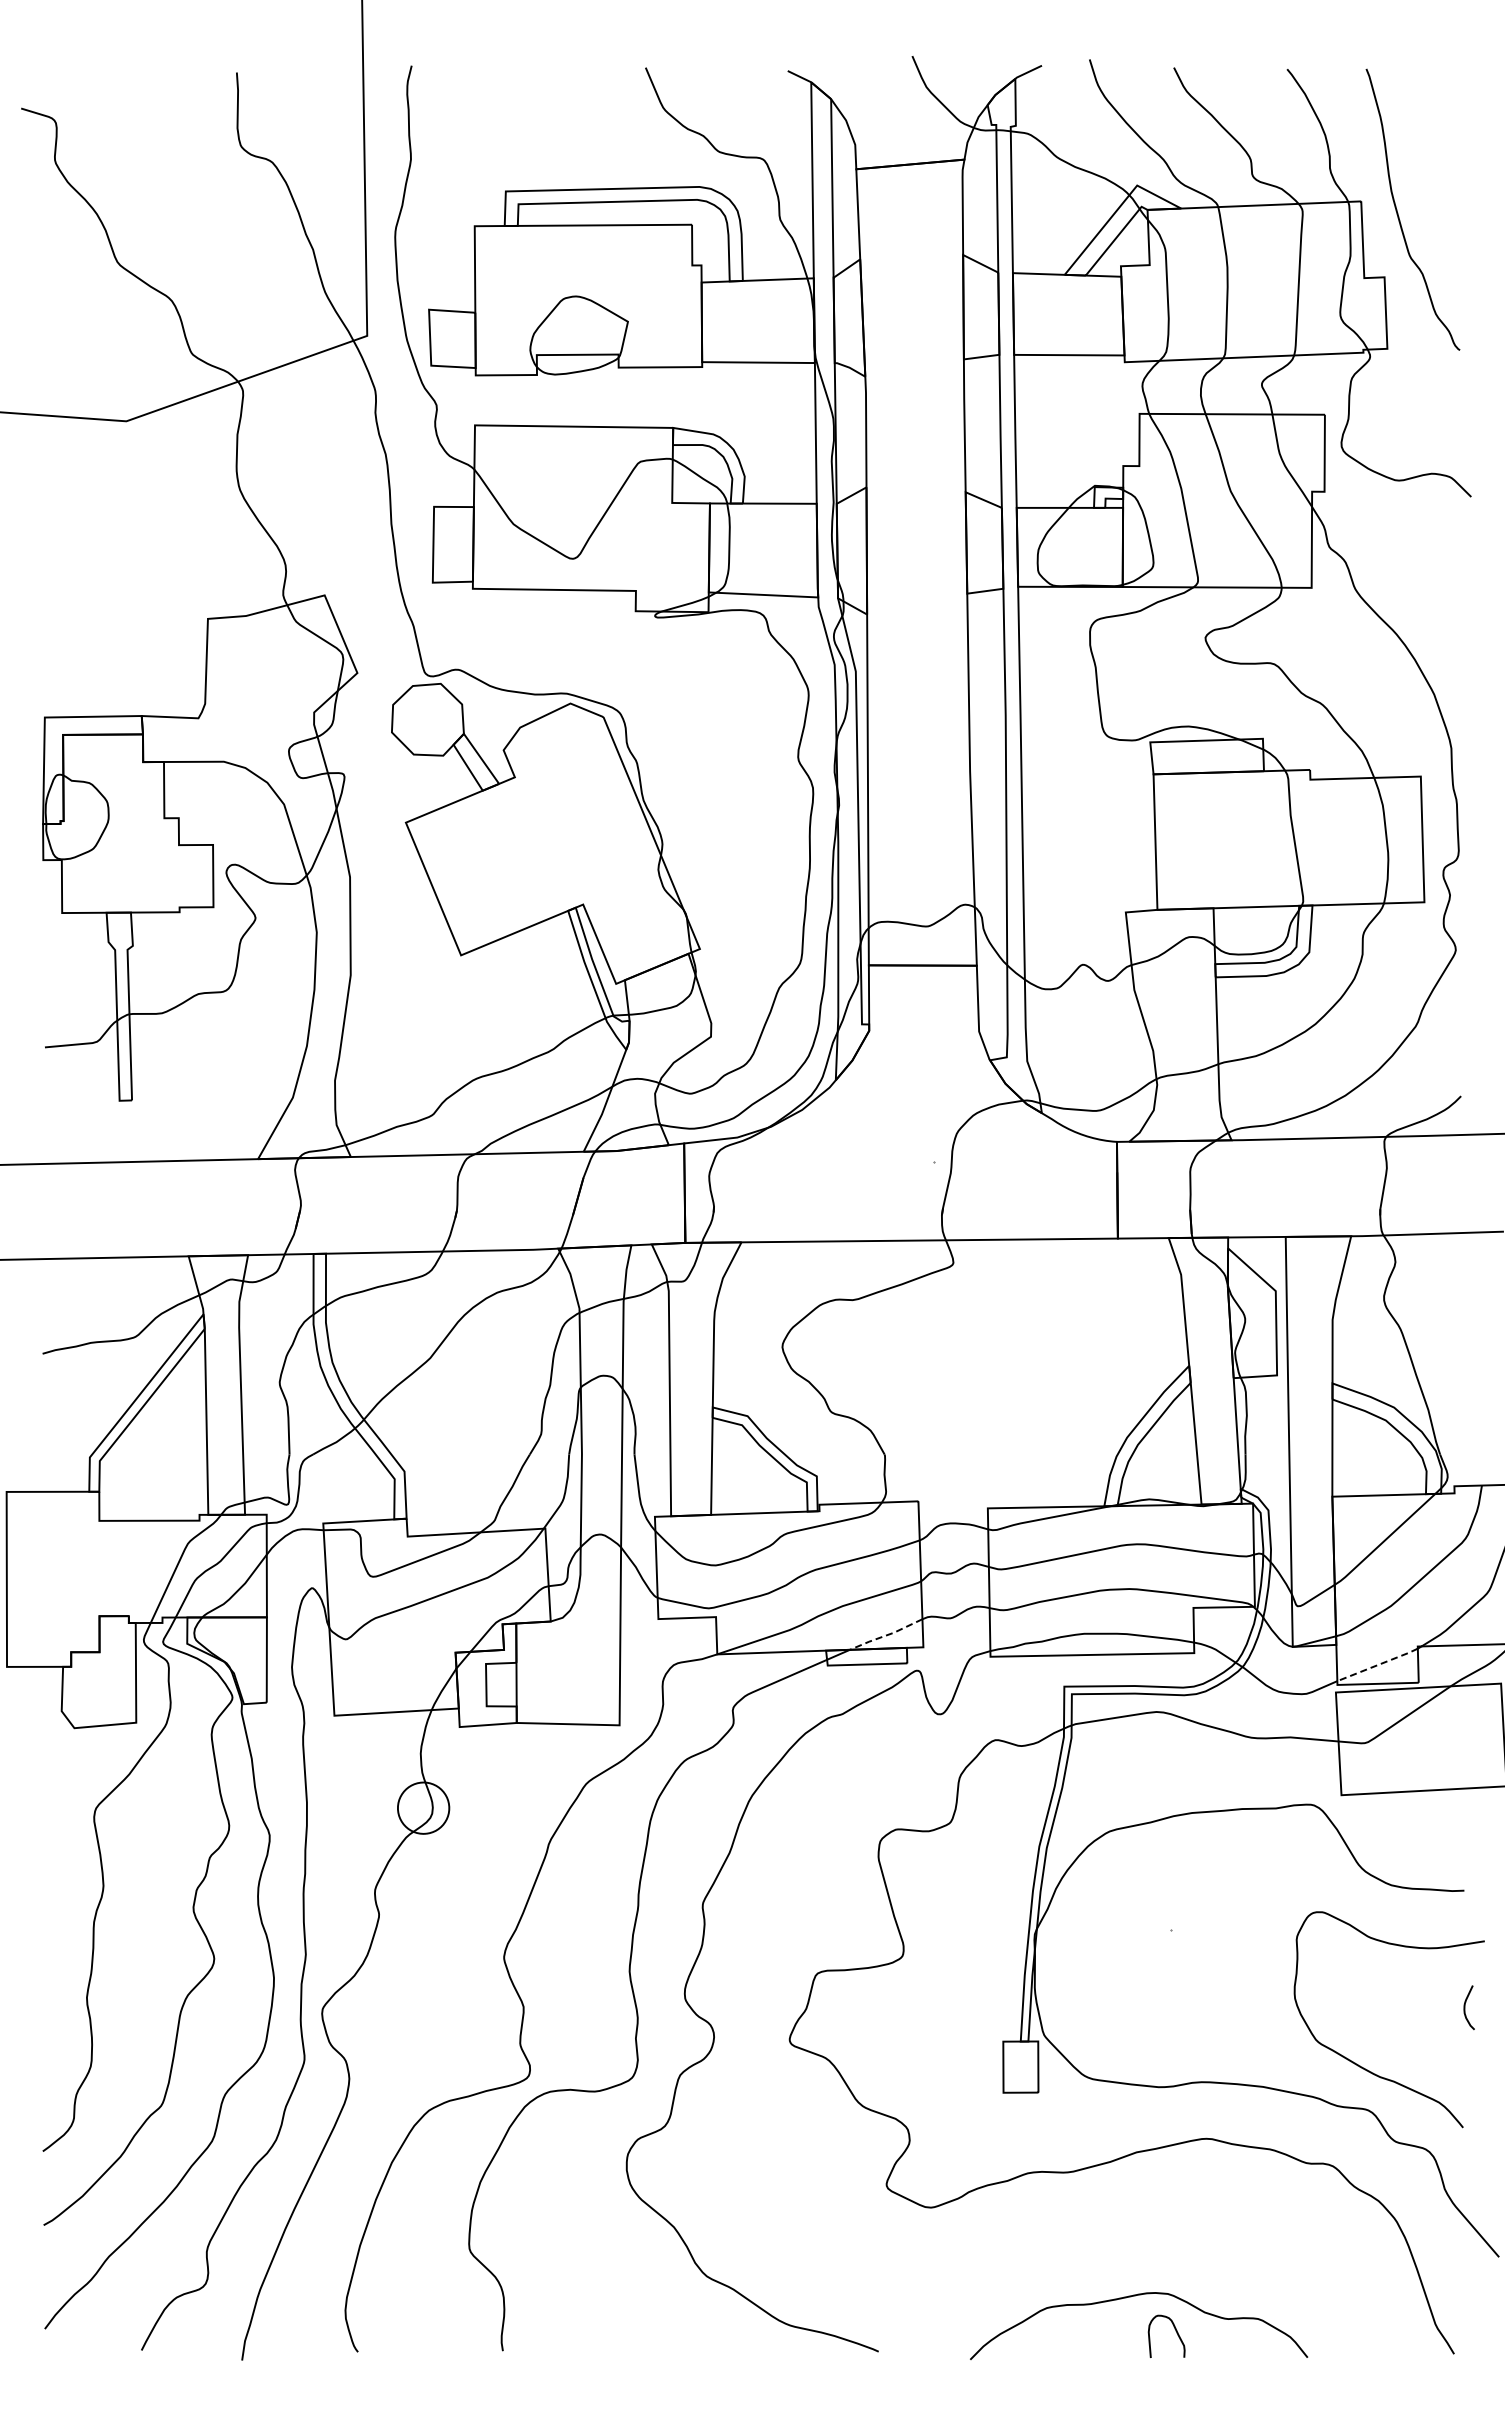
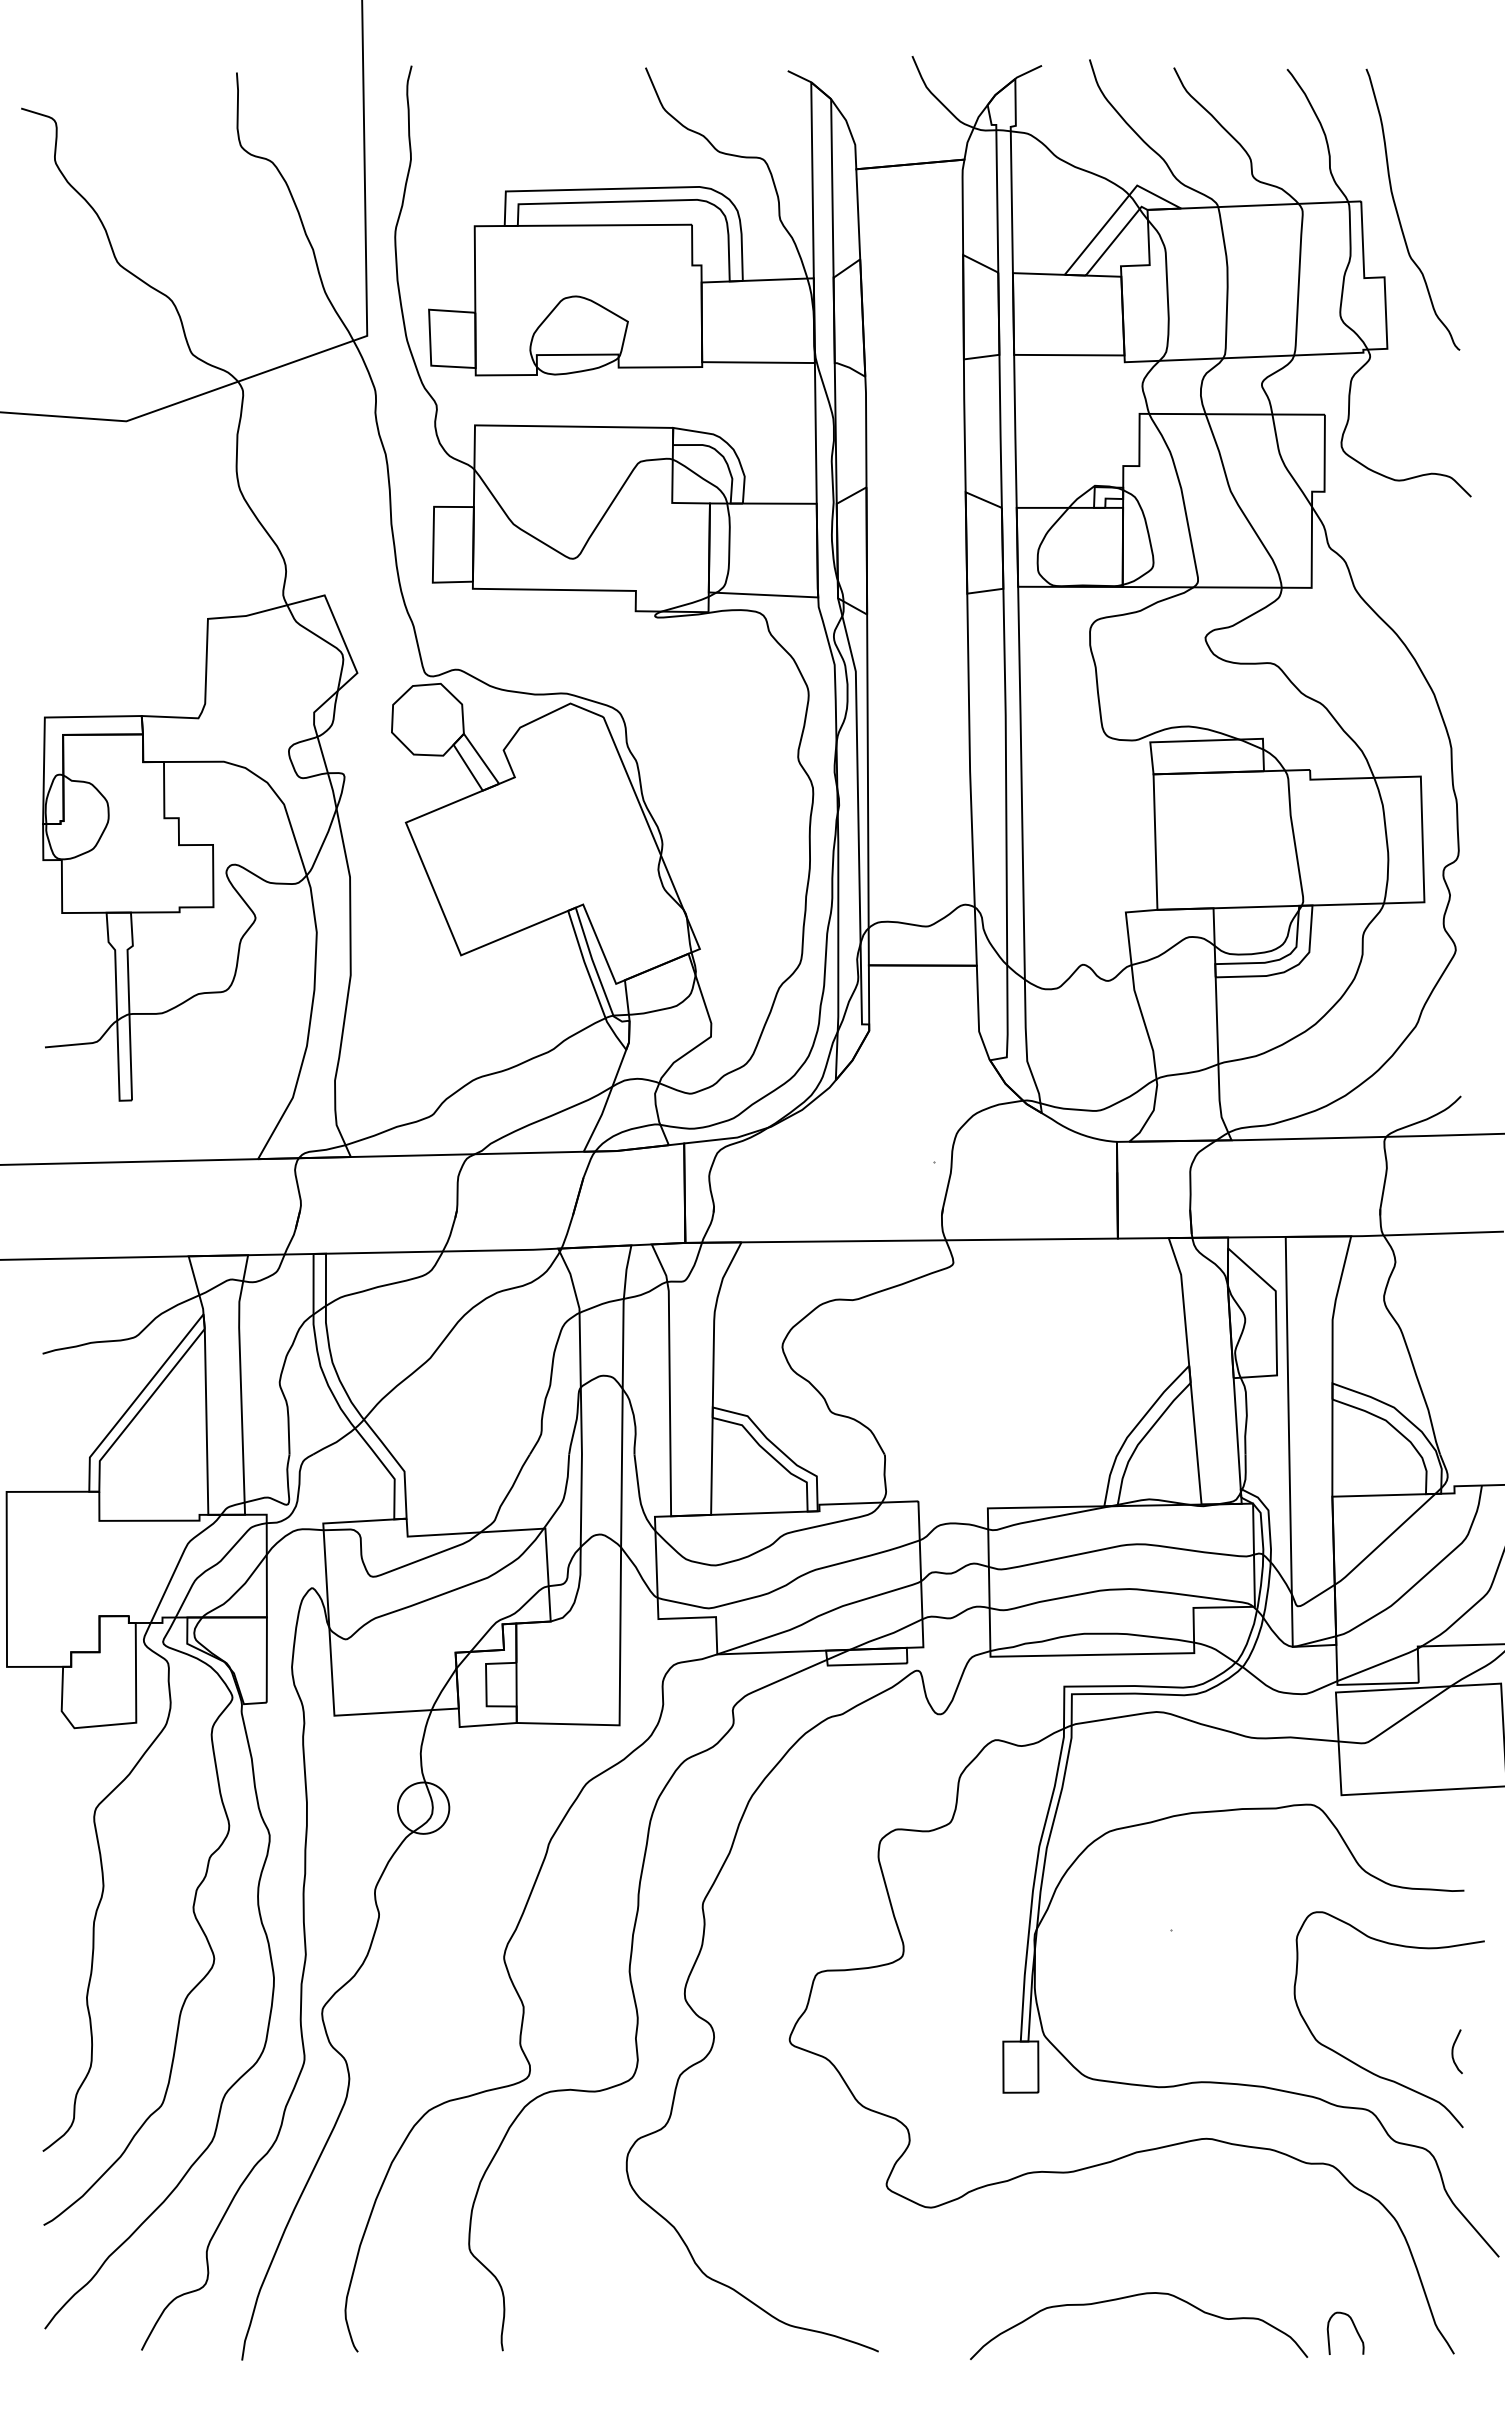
line at (886, 1635): dashed -> solid
line at (1378, 1665): dashed -> solid
curve at (1465, 2007) position: (1465, 2007) -> (1453, 2051)
curve at (1175, 2331) position: (1175, 2331) -> (1354, 2328)
